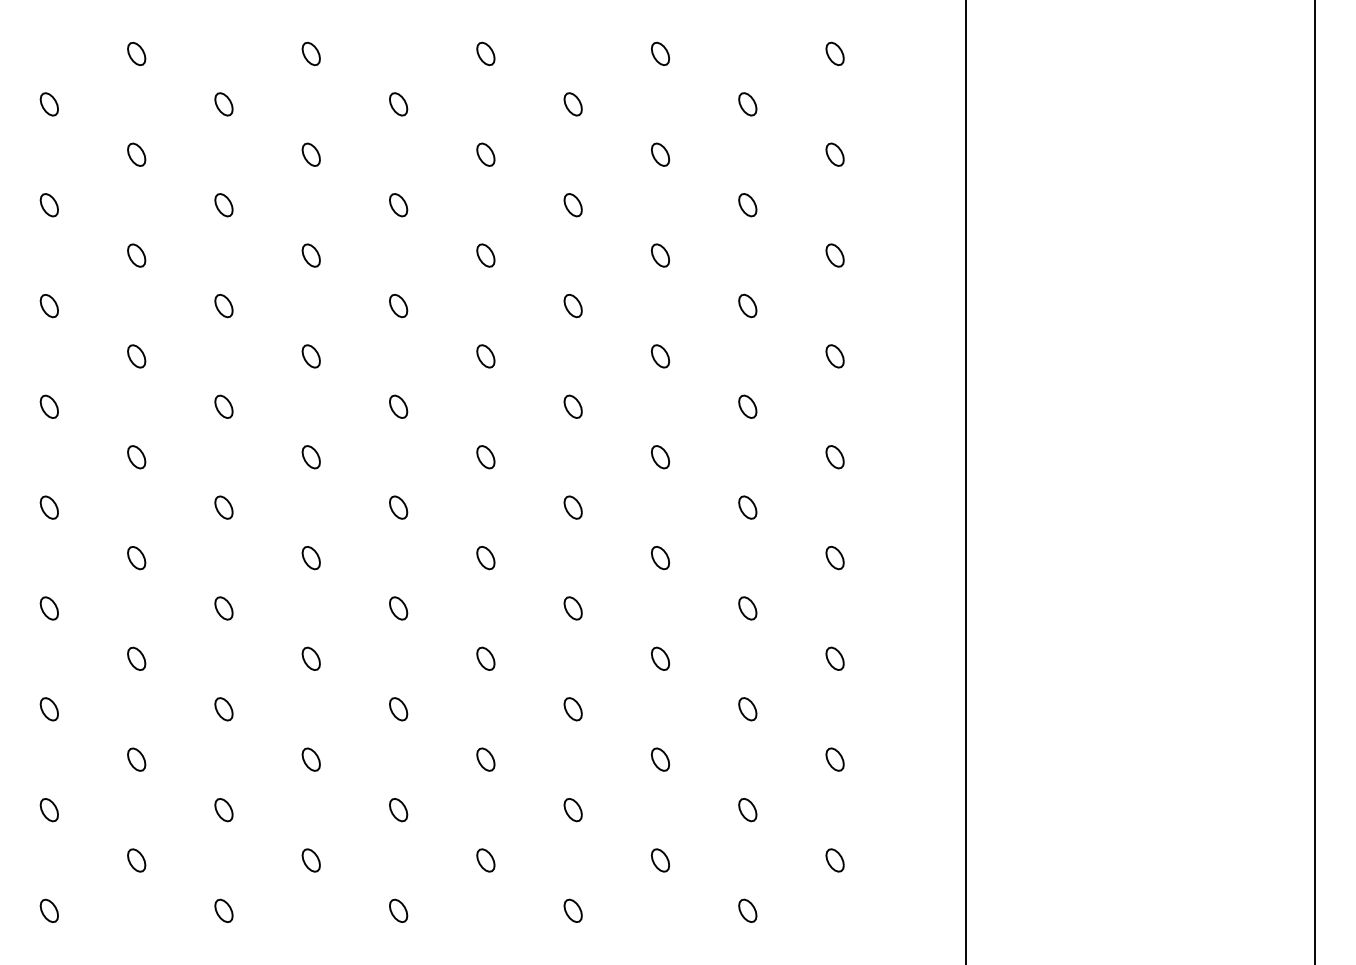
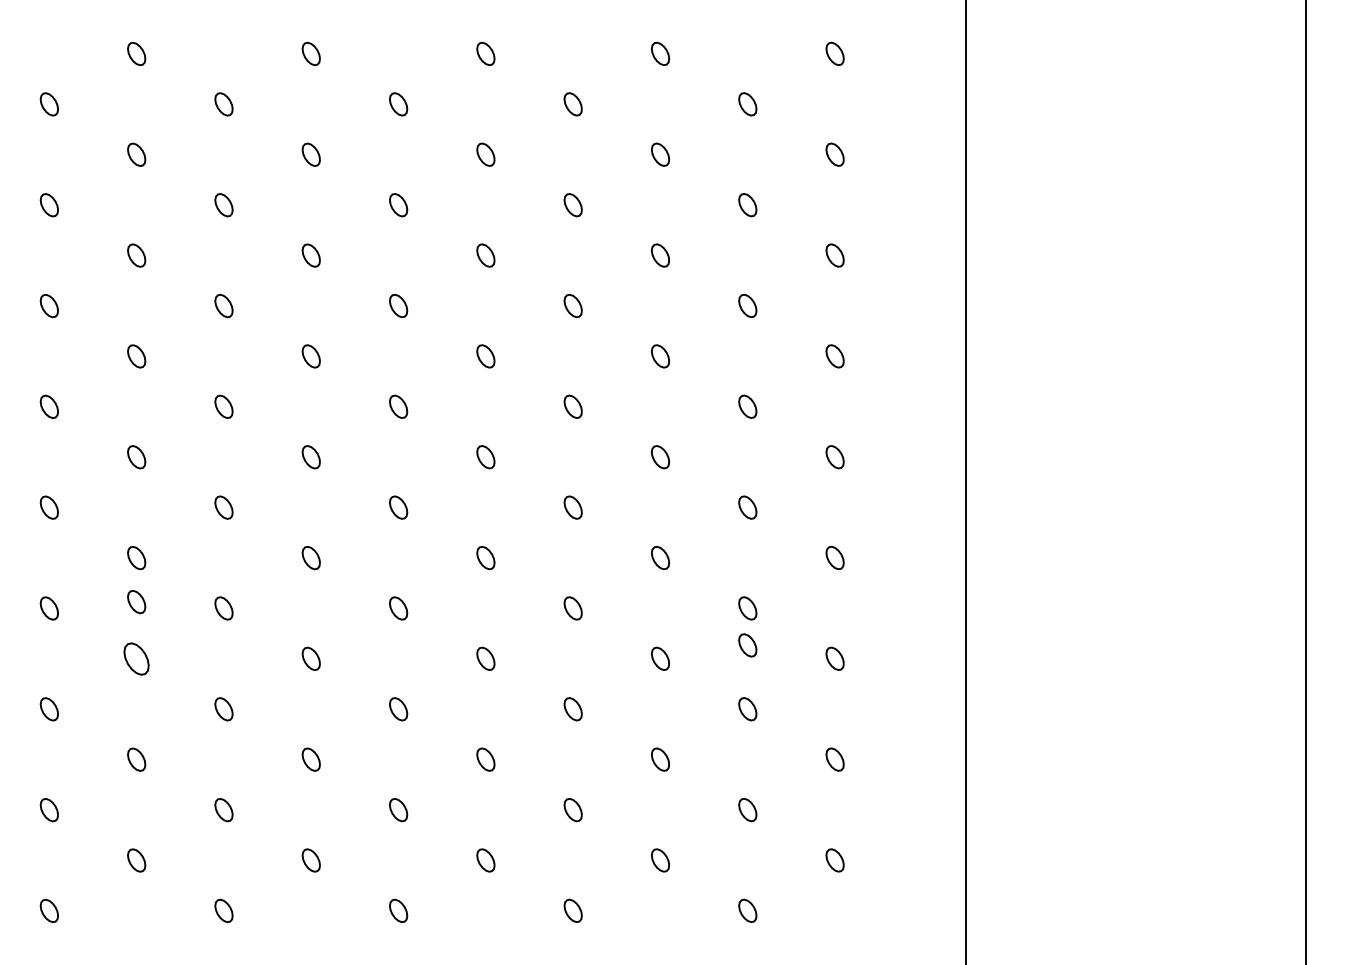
line at (1315, 481) position: (1315, 481) -> (1306, 481)
part at (136, 602): none -> present
part at (747, 645): none -> present
part at (136, 658) size: 20x25 px -> 27x34 px
